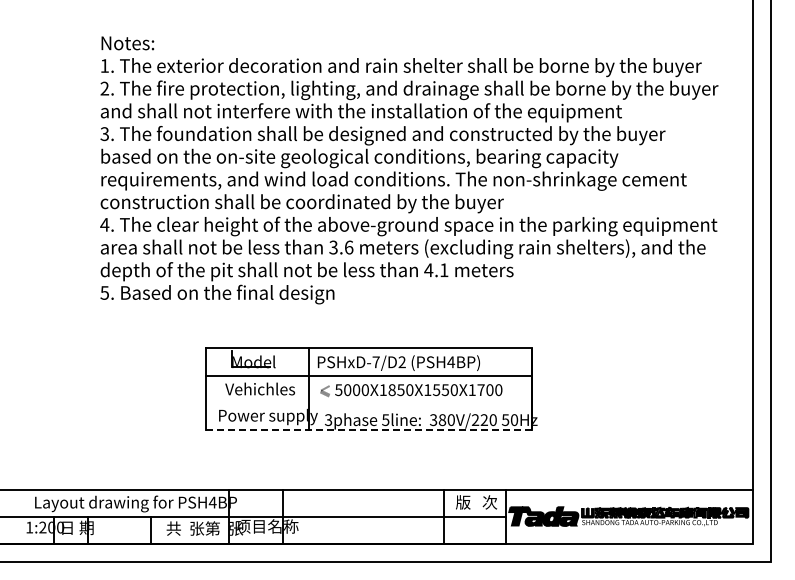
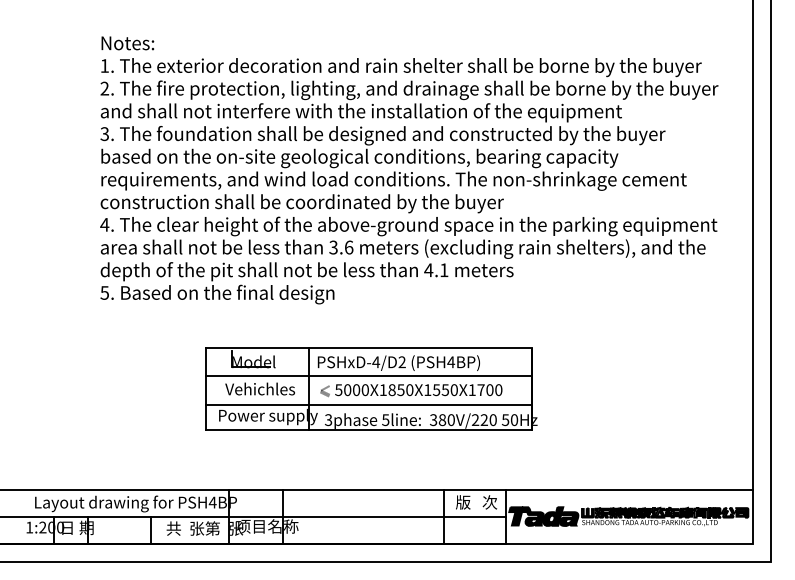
text at (376, 362): PSHxD-7/D2 -> PSHxD-4/D2
line at (368, 404): none -> present
line at (369, 430): dashed -> solid
